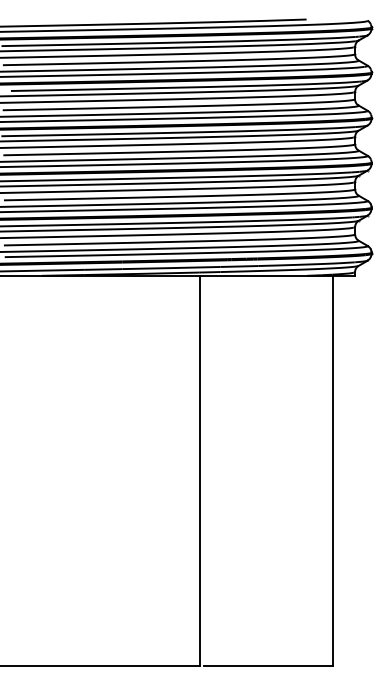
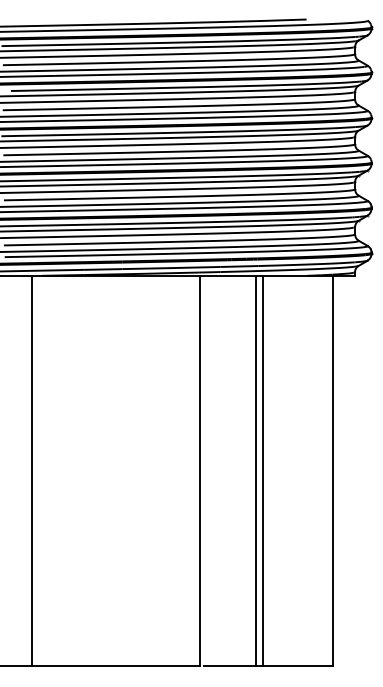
line at (32, 470): none -> present
line at (255, 470): none -> present
line at (263, 470): none -> present
